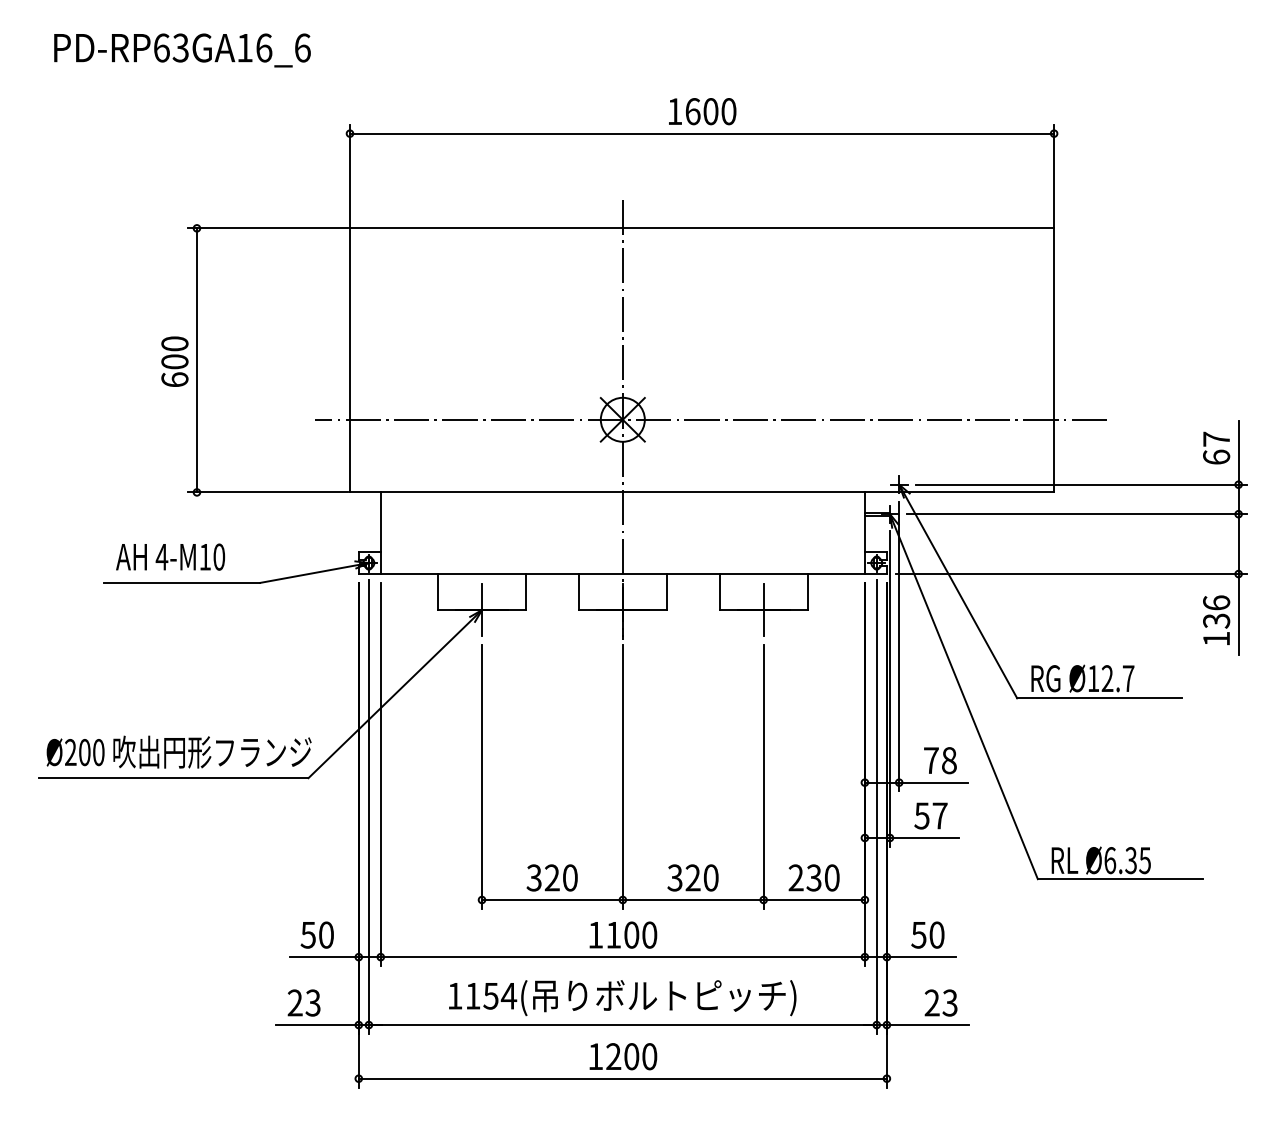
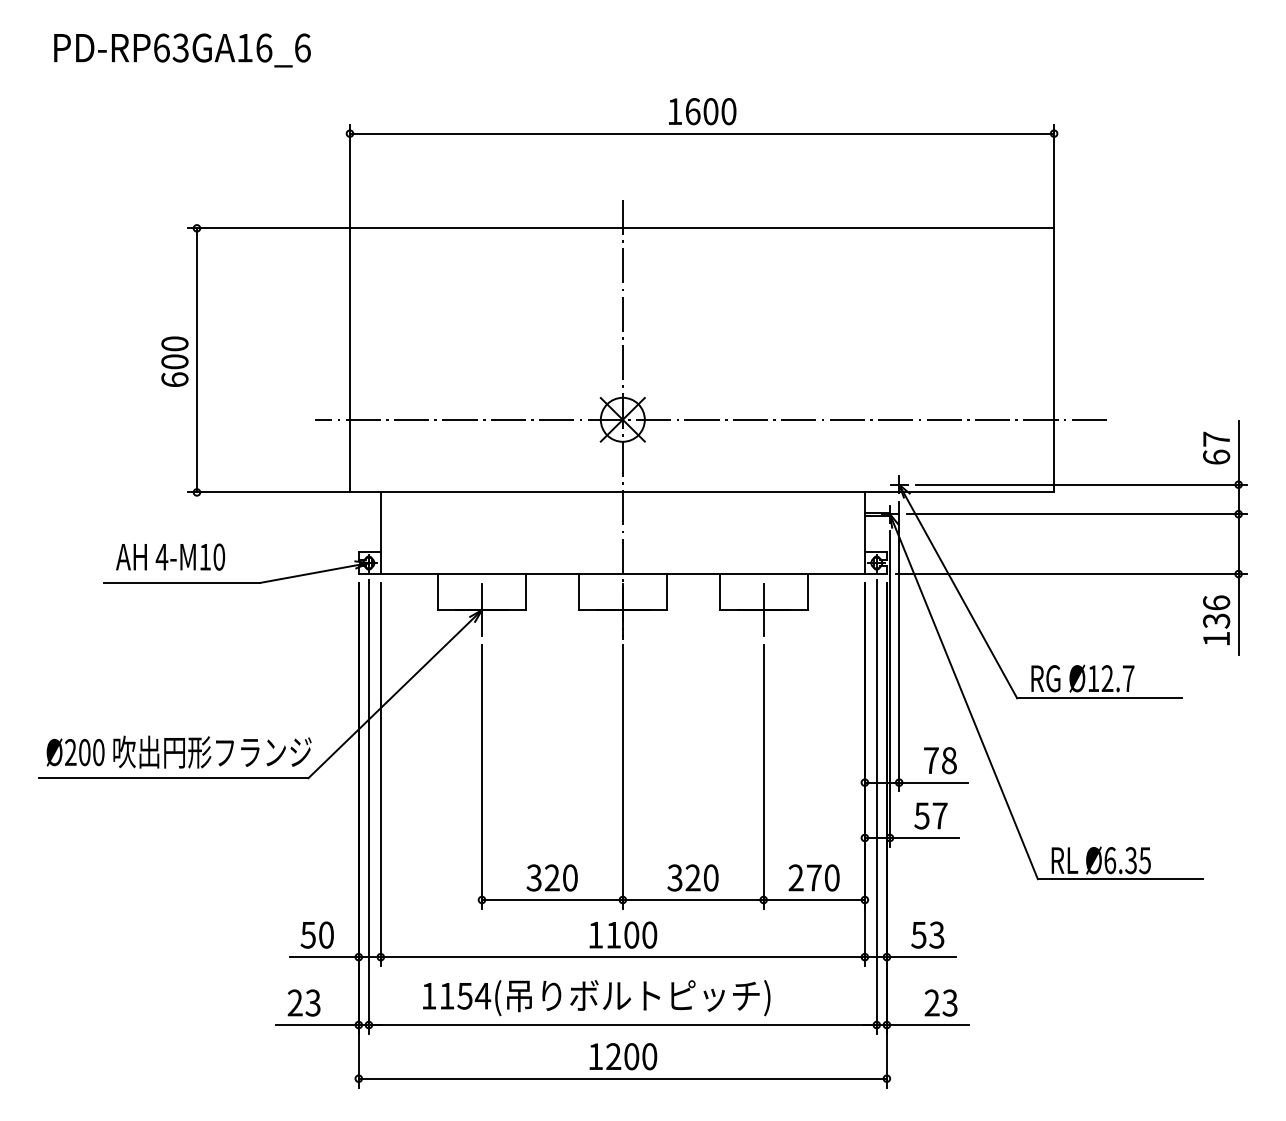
text at (813, 877): 230 -> 270
text at (936, 934): 50 -> 53
text at (622, 998) position: (622, 998) -> (596, 998)
